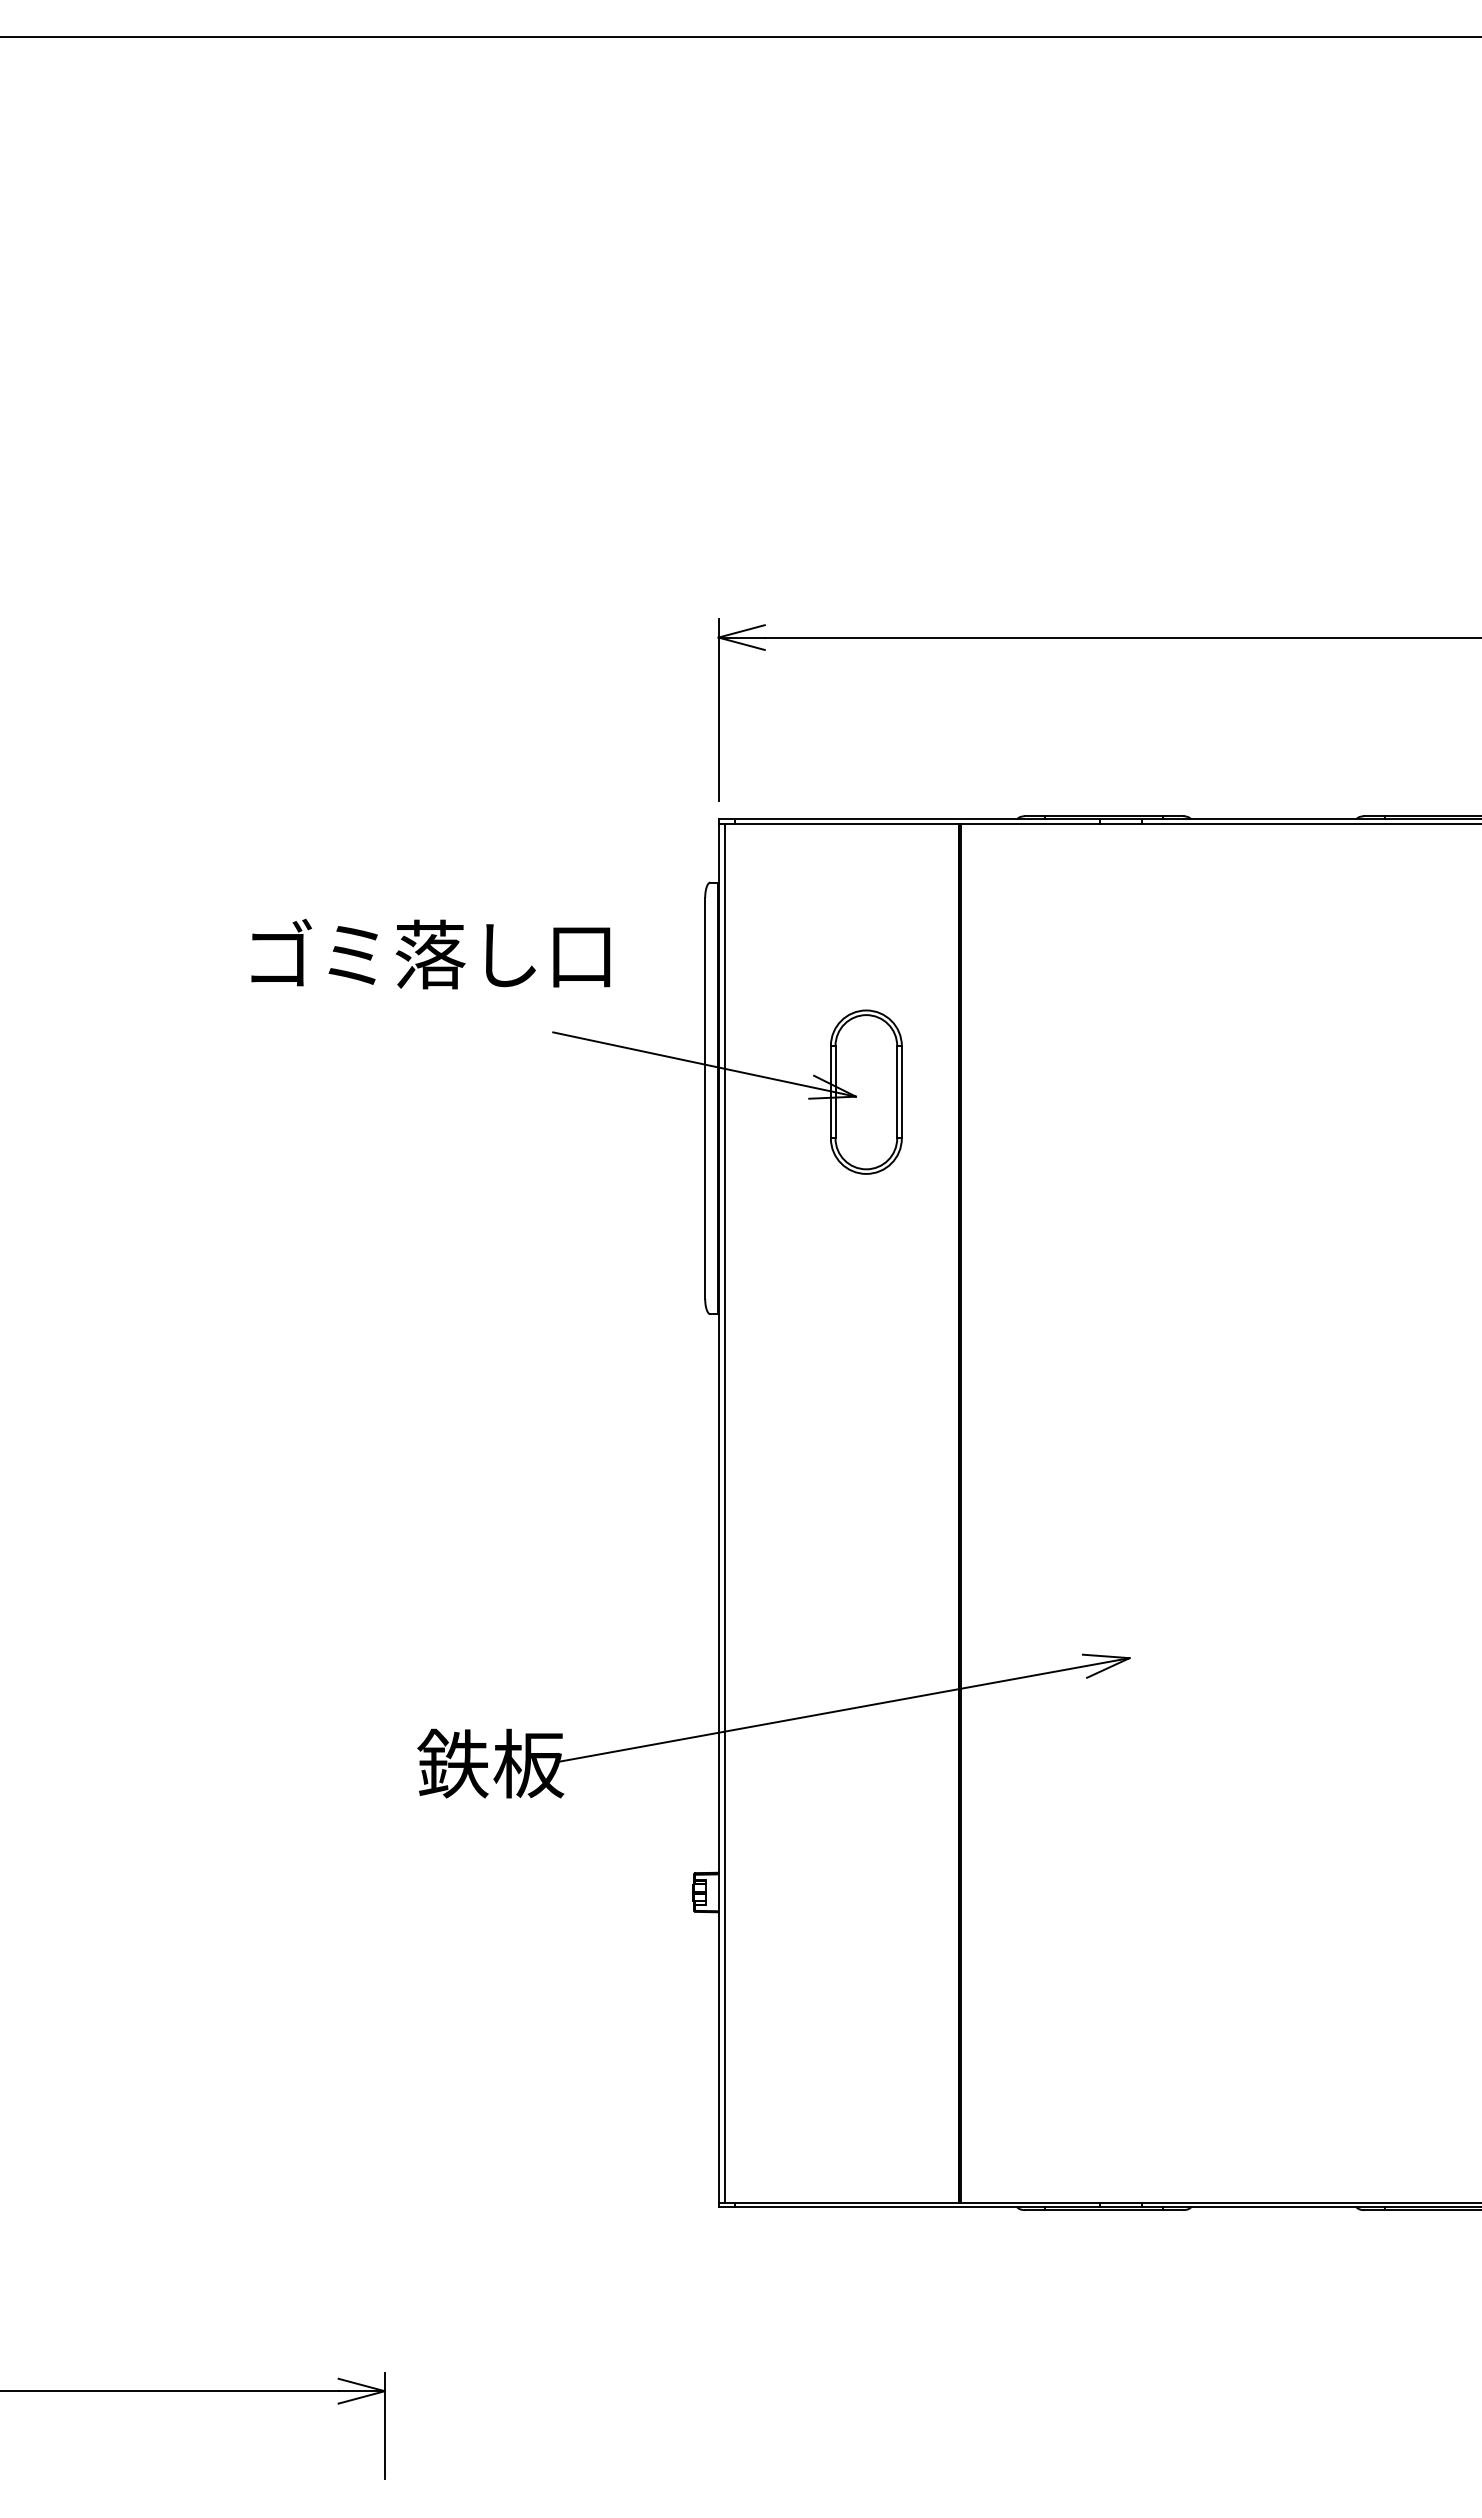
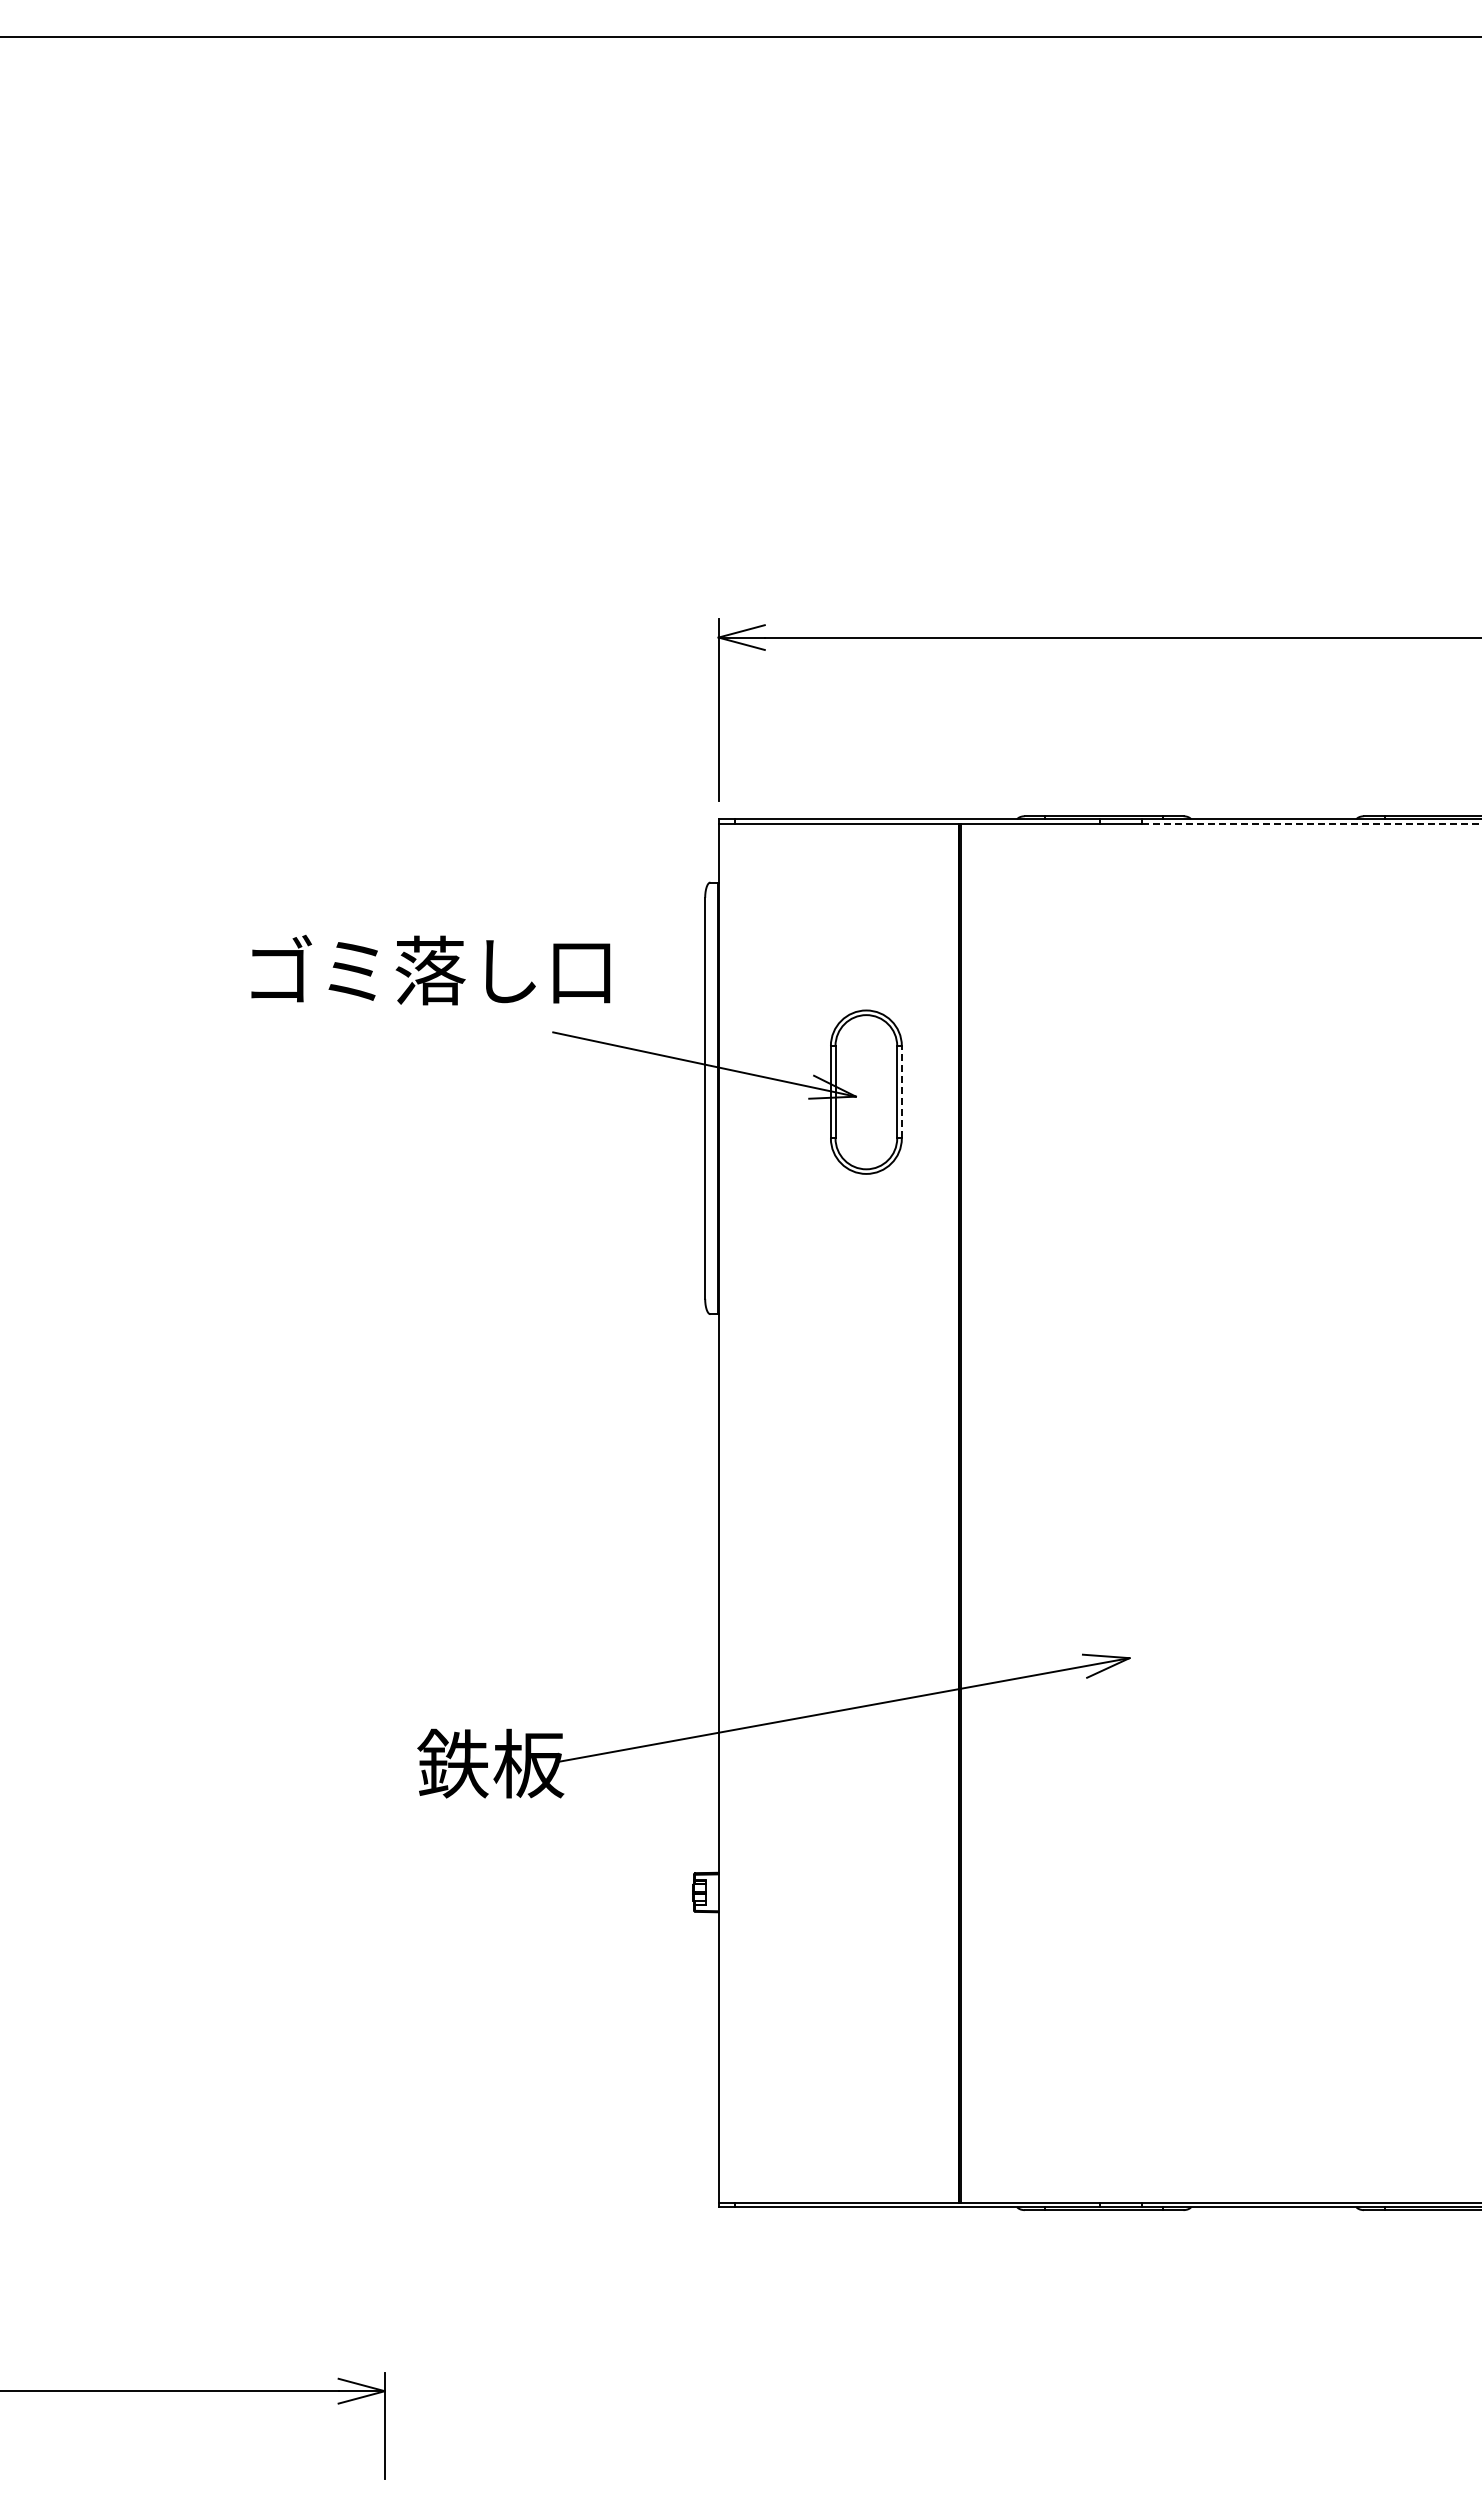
line at (1311, 823): solid -> dashed
text at (430, 953) position: (430, 953) -> (430, 969)
line at (901, 1091): solid -> dashed
line at (725, 1512): present -> none
